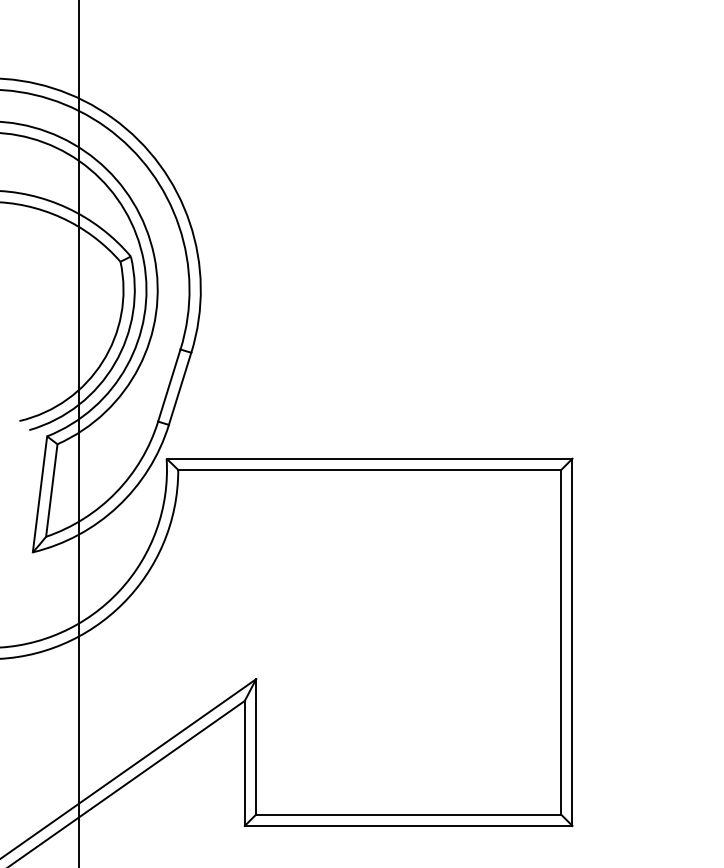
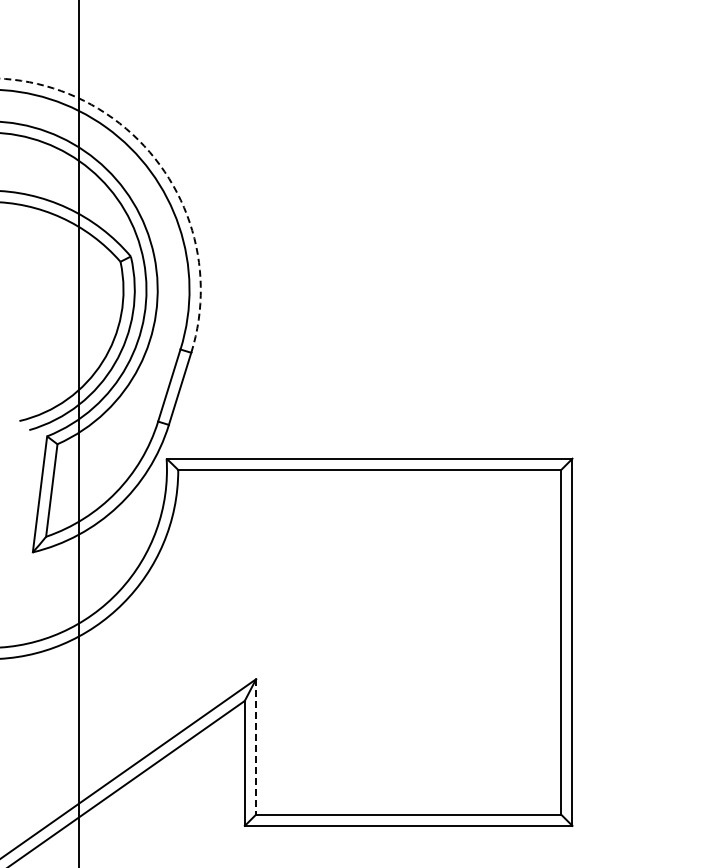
arc at (163, 169): solid -> dashed
line at (256, 746): solid -> dashed
